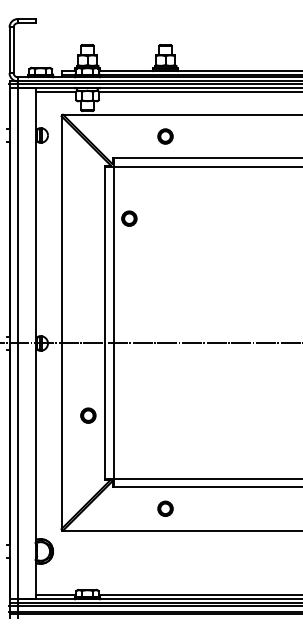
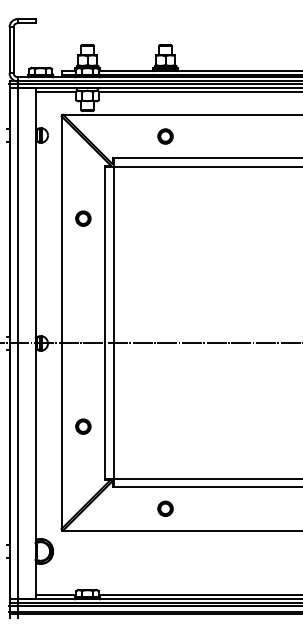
part at (129, 218) position: (129, 218) -> (83, 218)
part at (88, 415) position: (88, 415) -> (83, 426)
